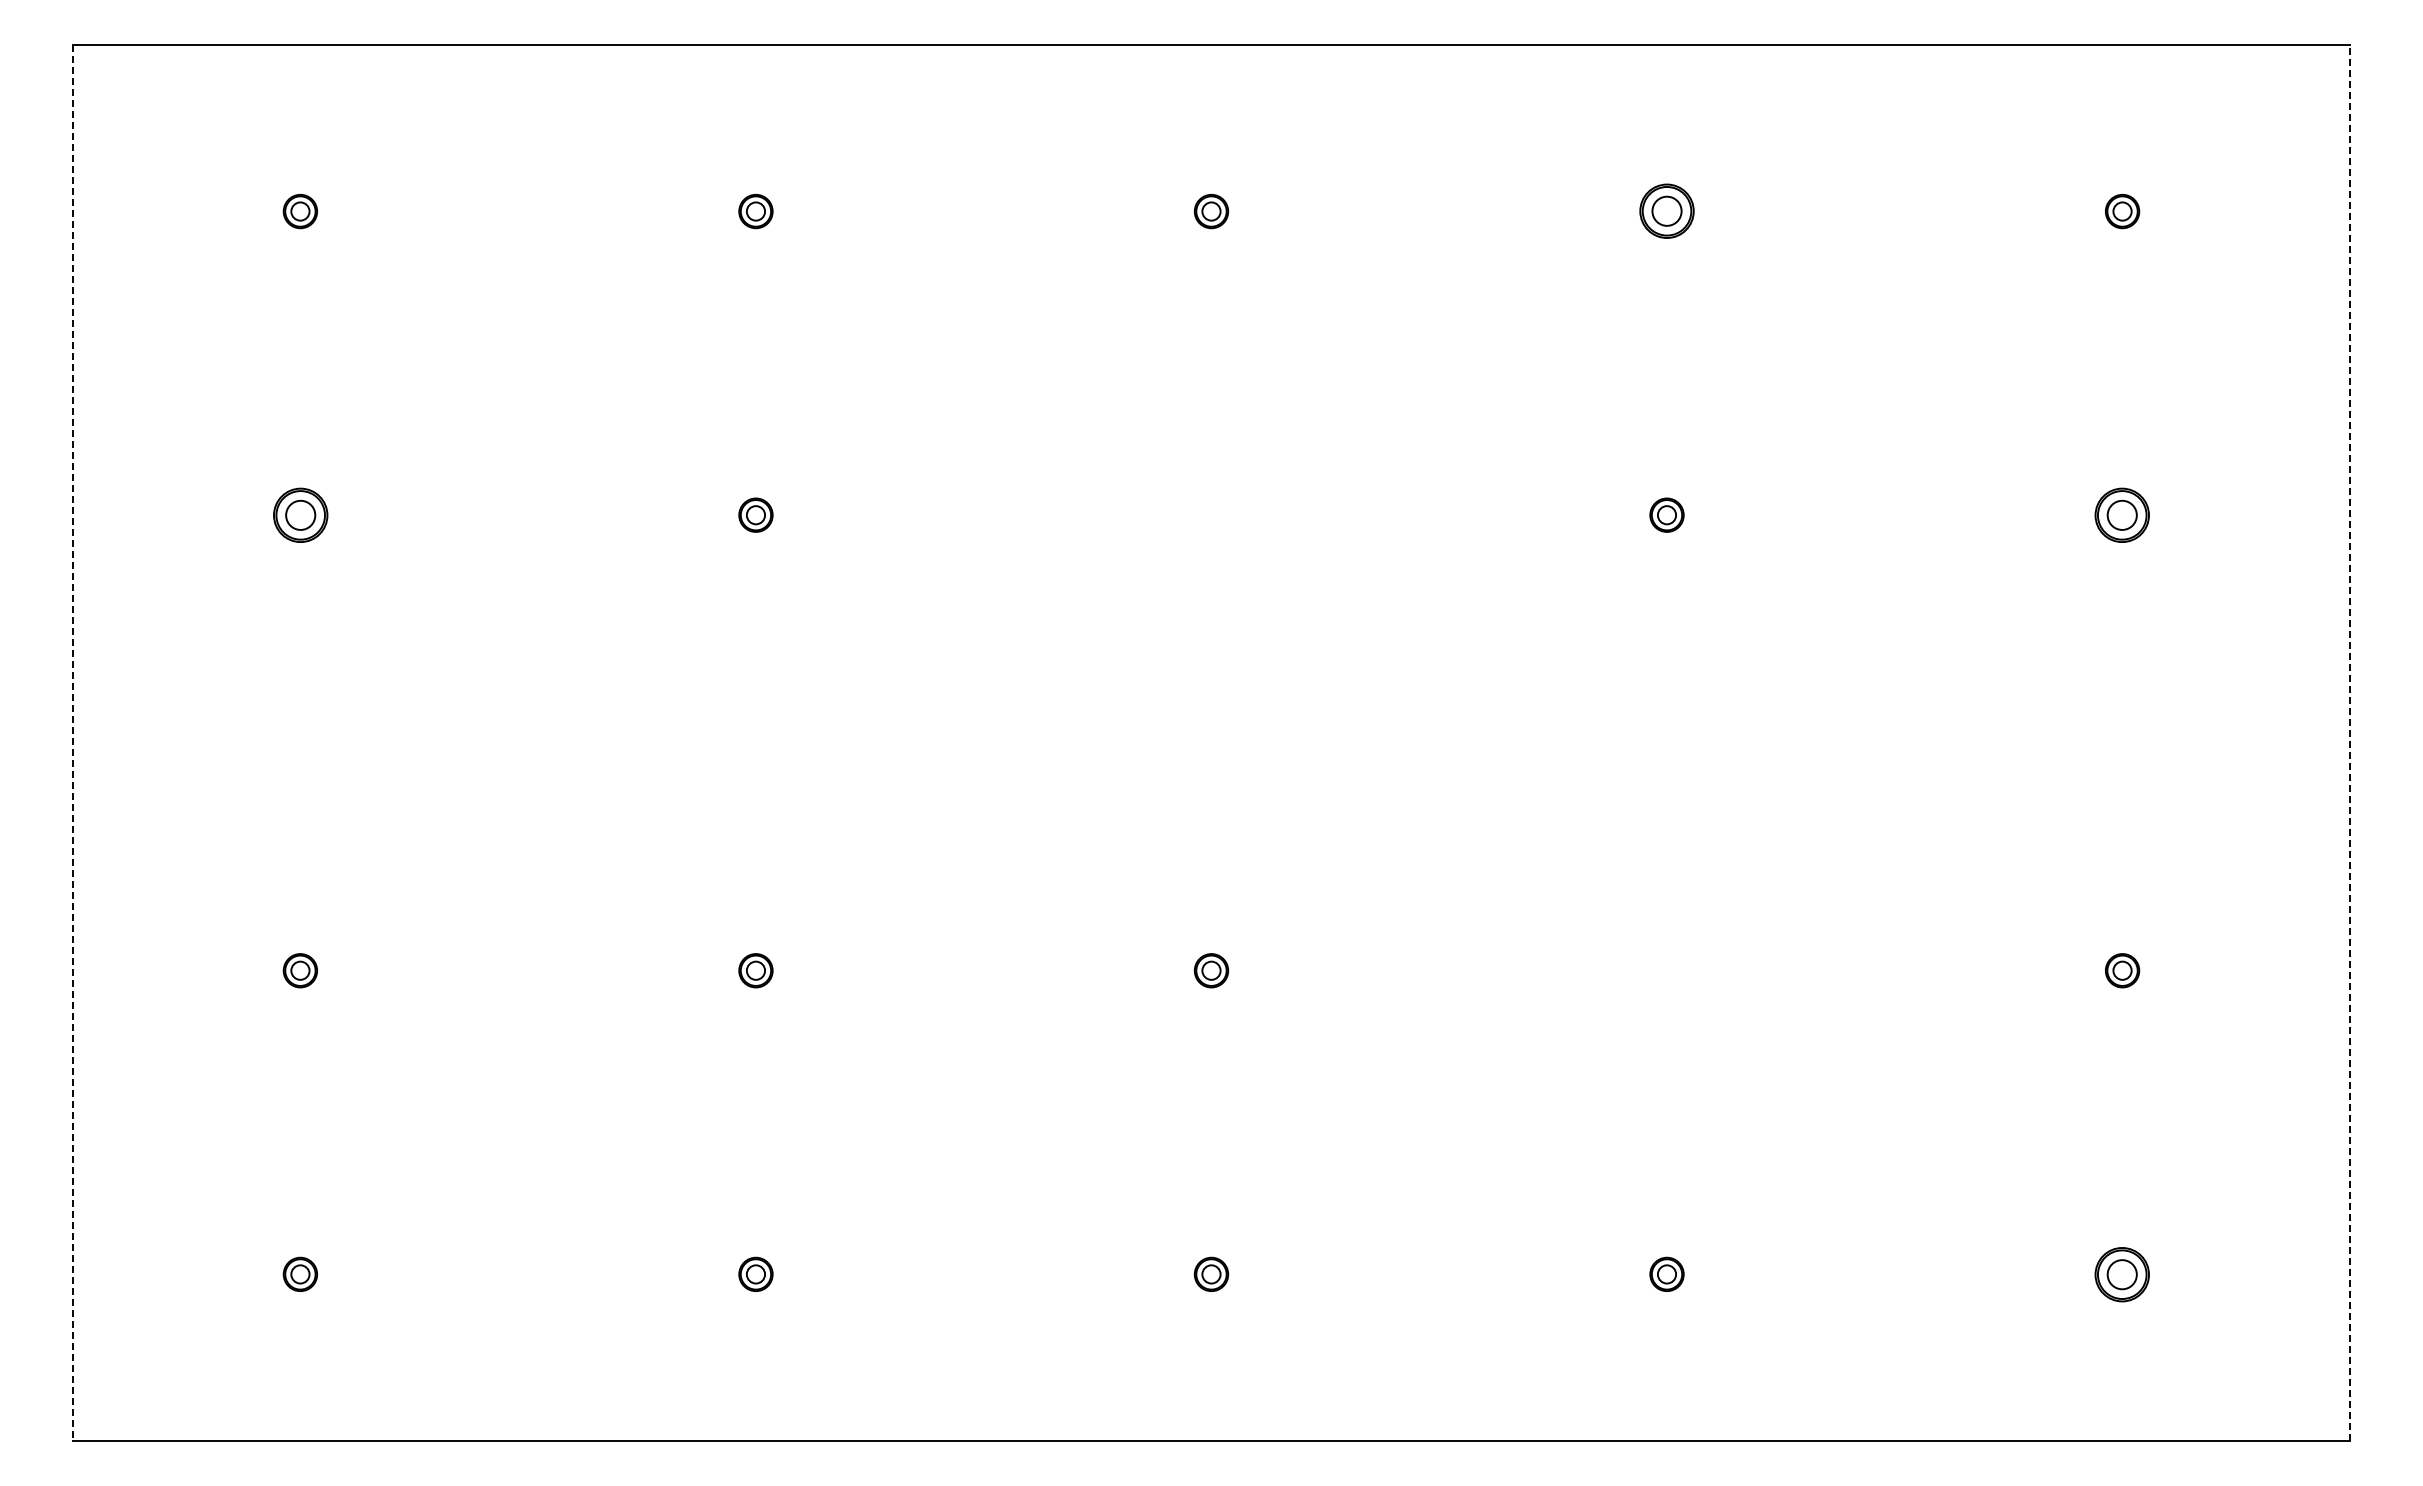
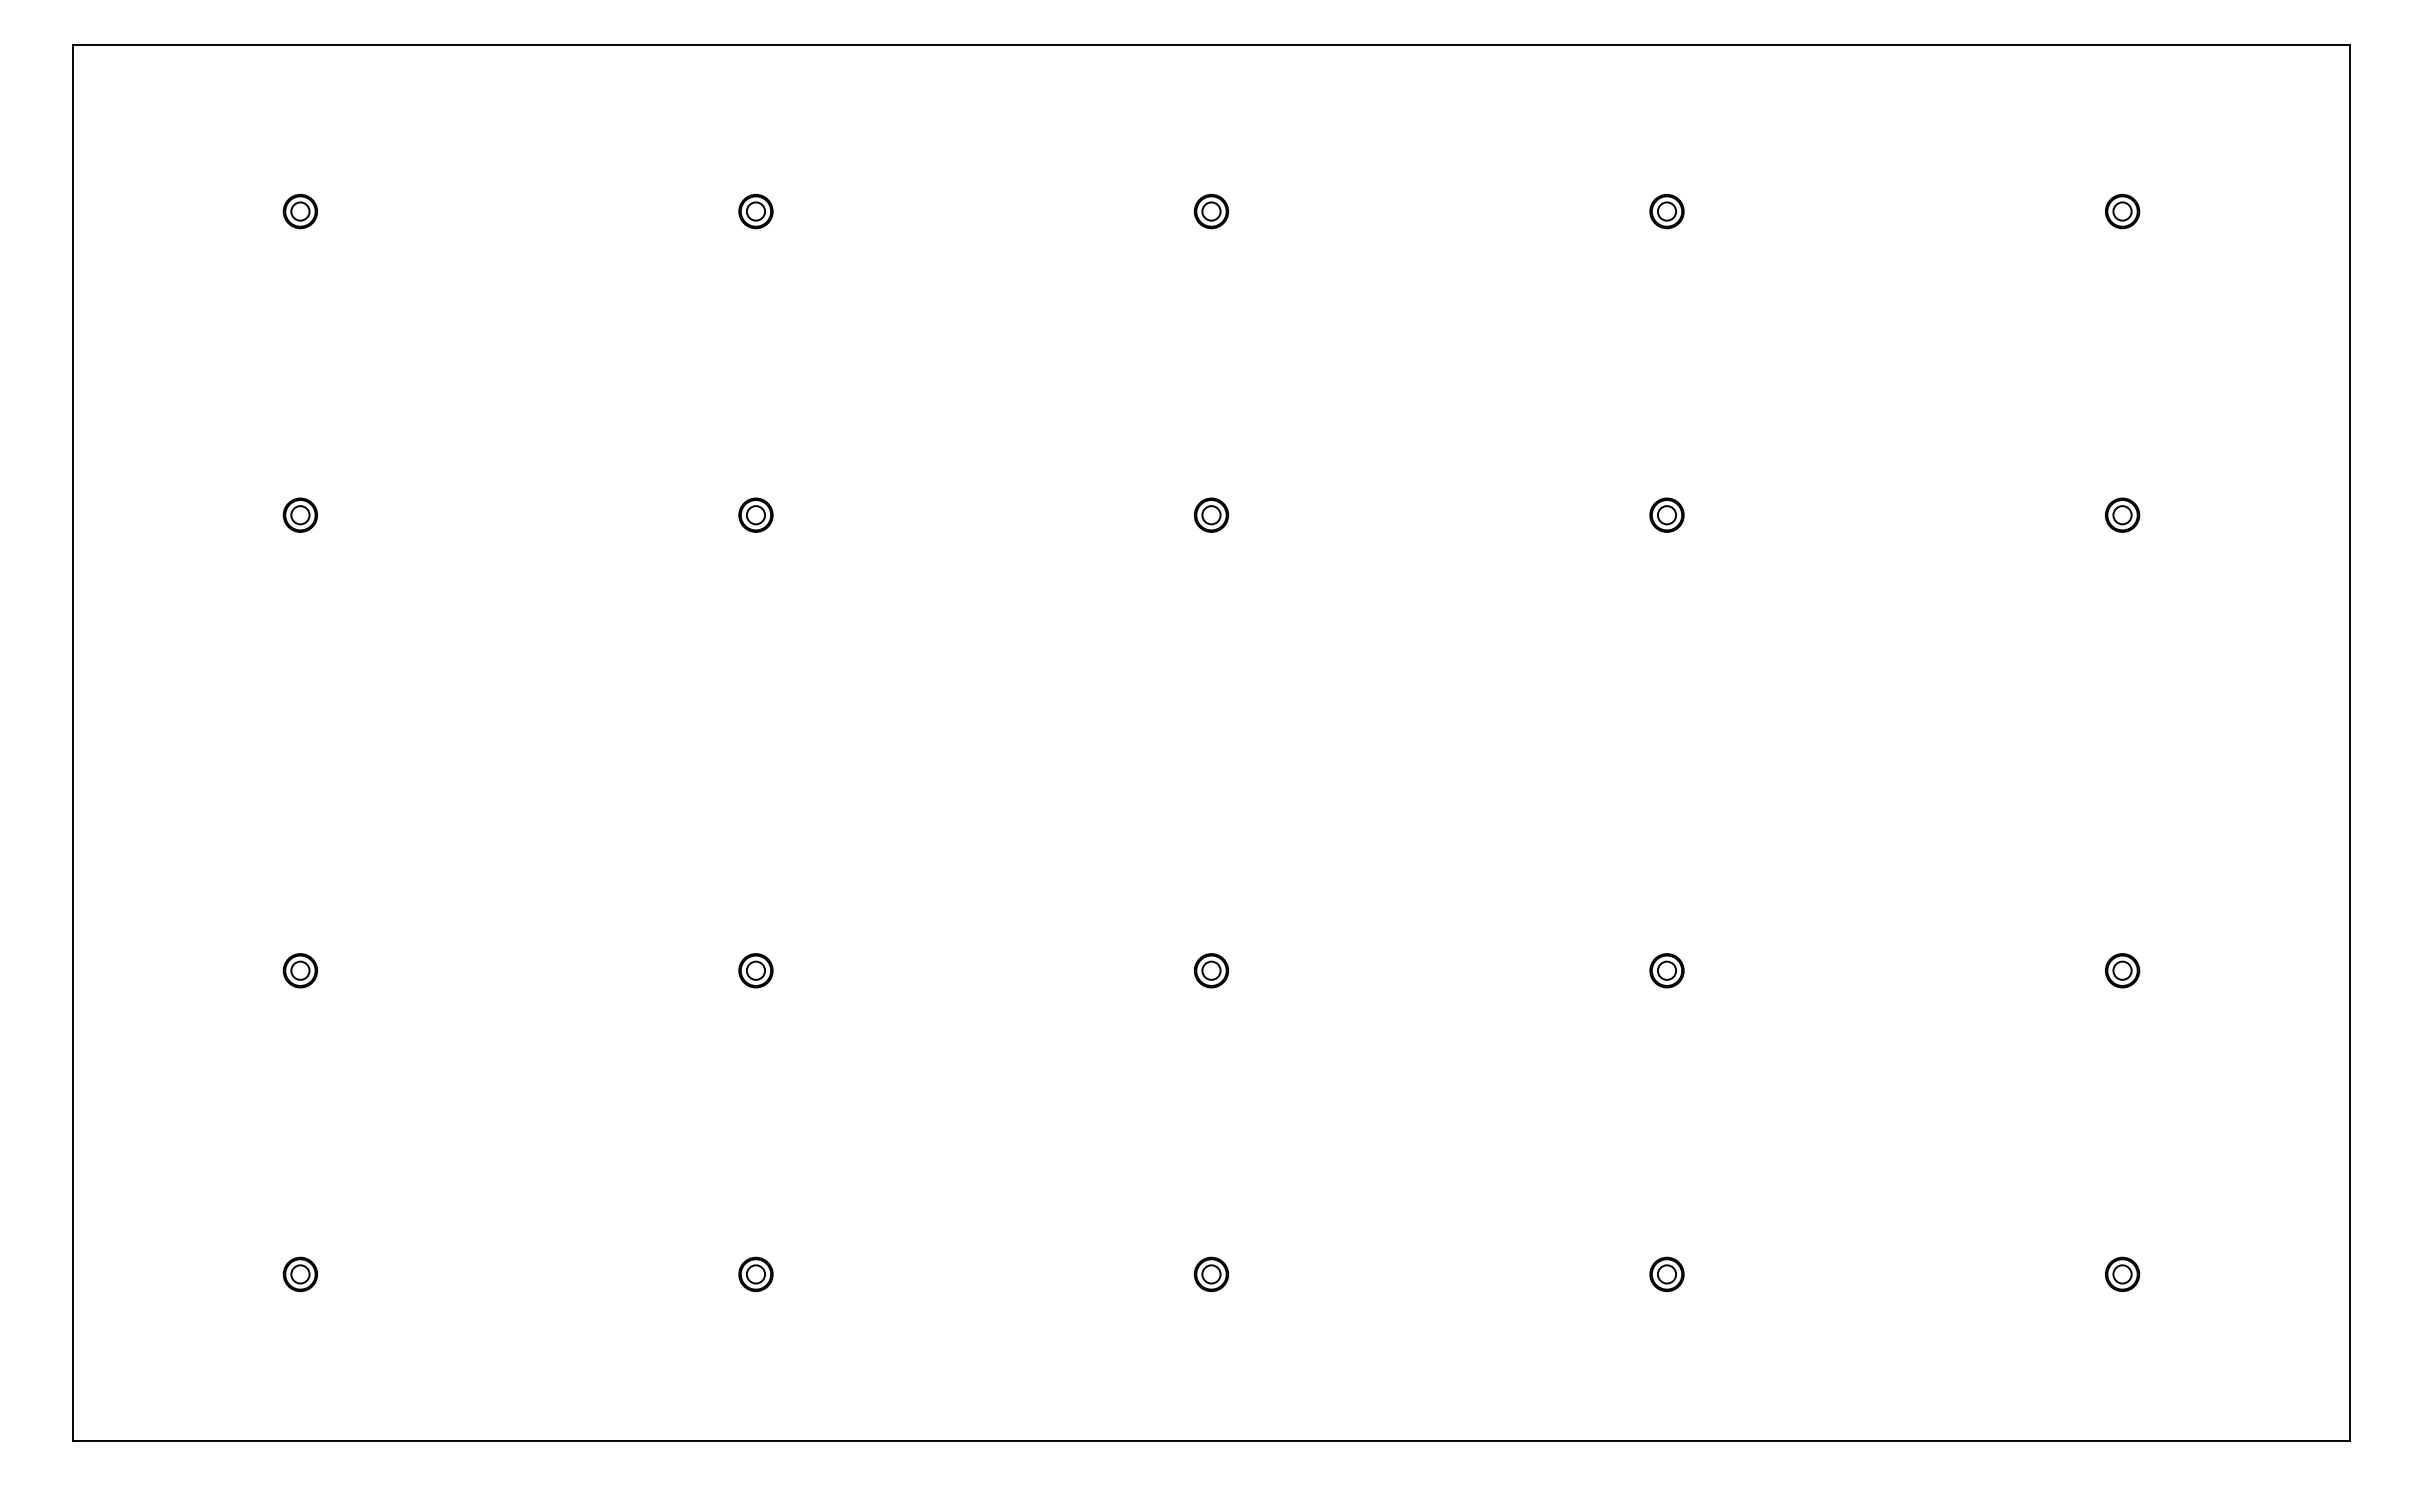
part at (1666, 210) size: 56x56 px -> 36x36 px
part at (300, 514) size: 56x56 px -> 36x36 px
part at (1211, 514): none -> present
part at (2121, 514) size: 56x56 px -> 36x36 px
line at (2350, 742): dashed -> solid
line at (72, 743): dashed -> solid
part at (1666, 970): none -> present
part at (2121, 1274) size: 56x56 px -> 36x36 px
